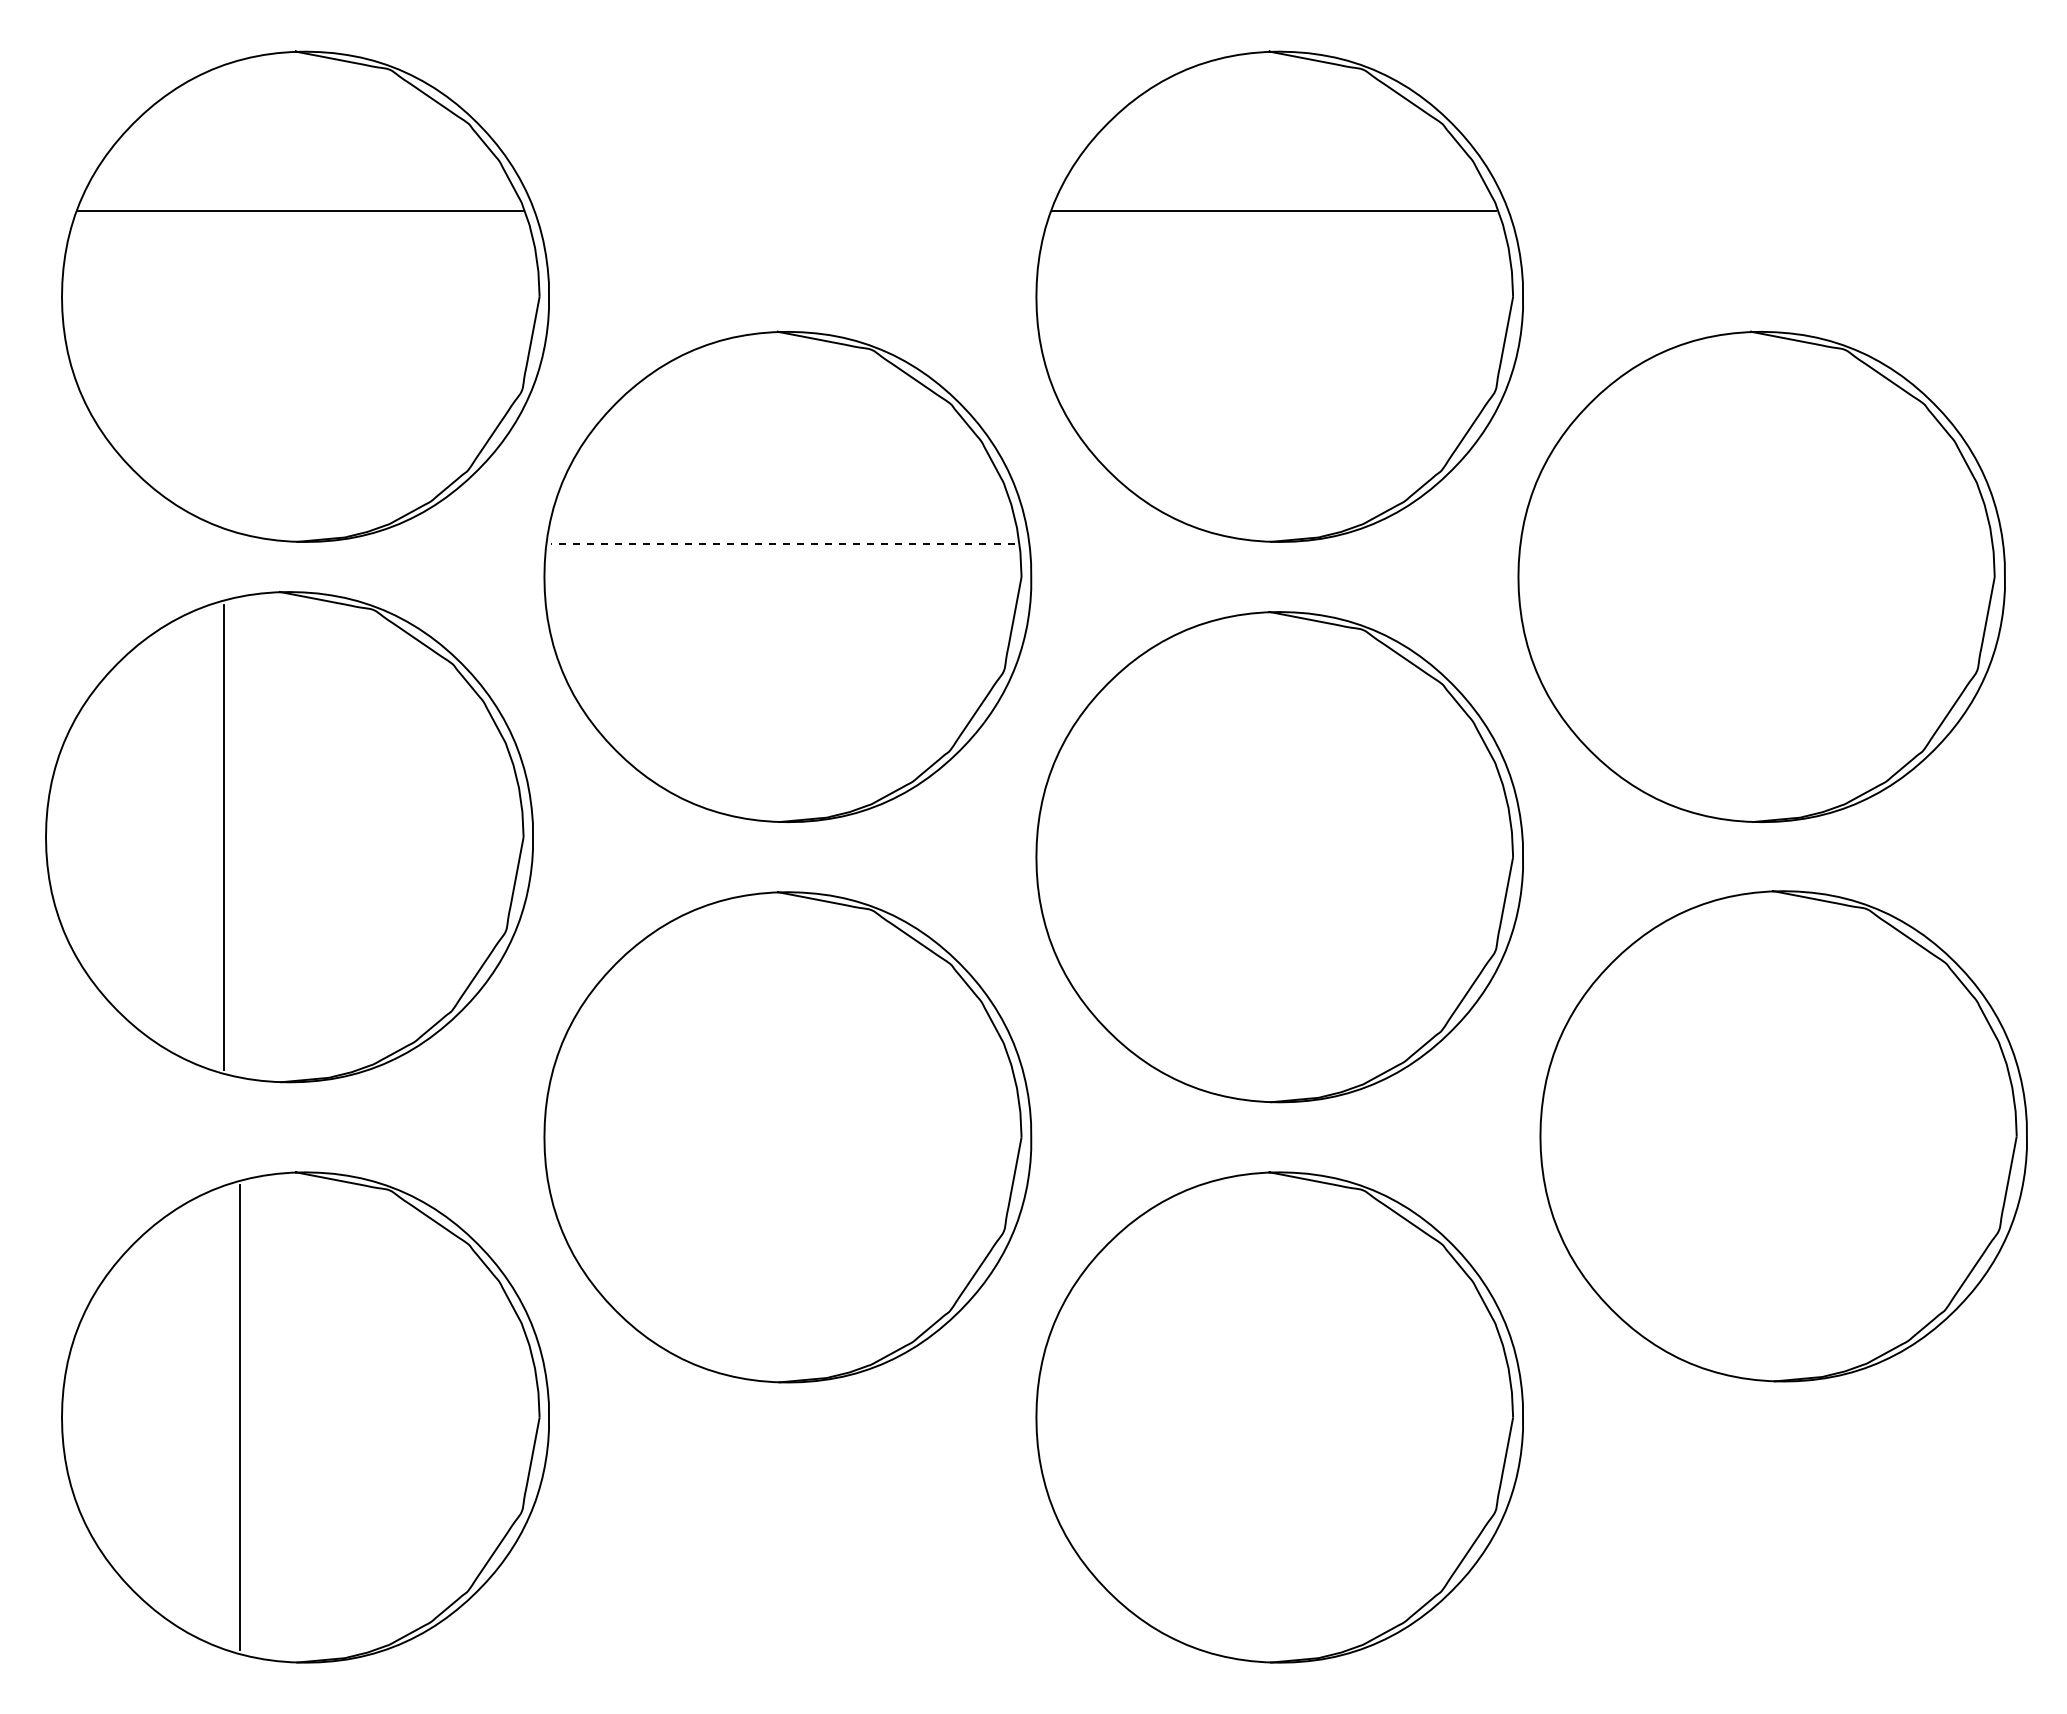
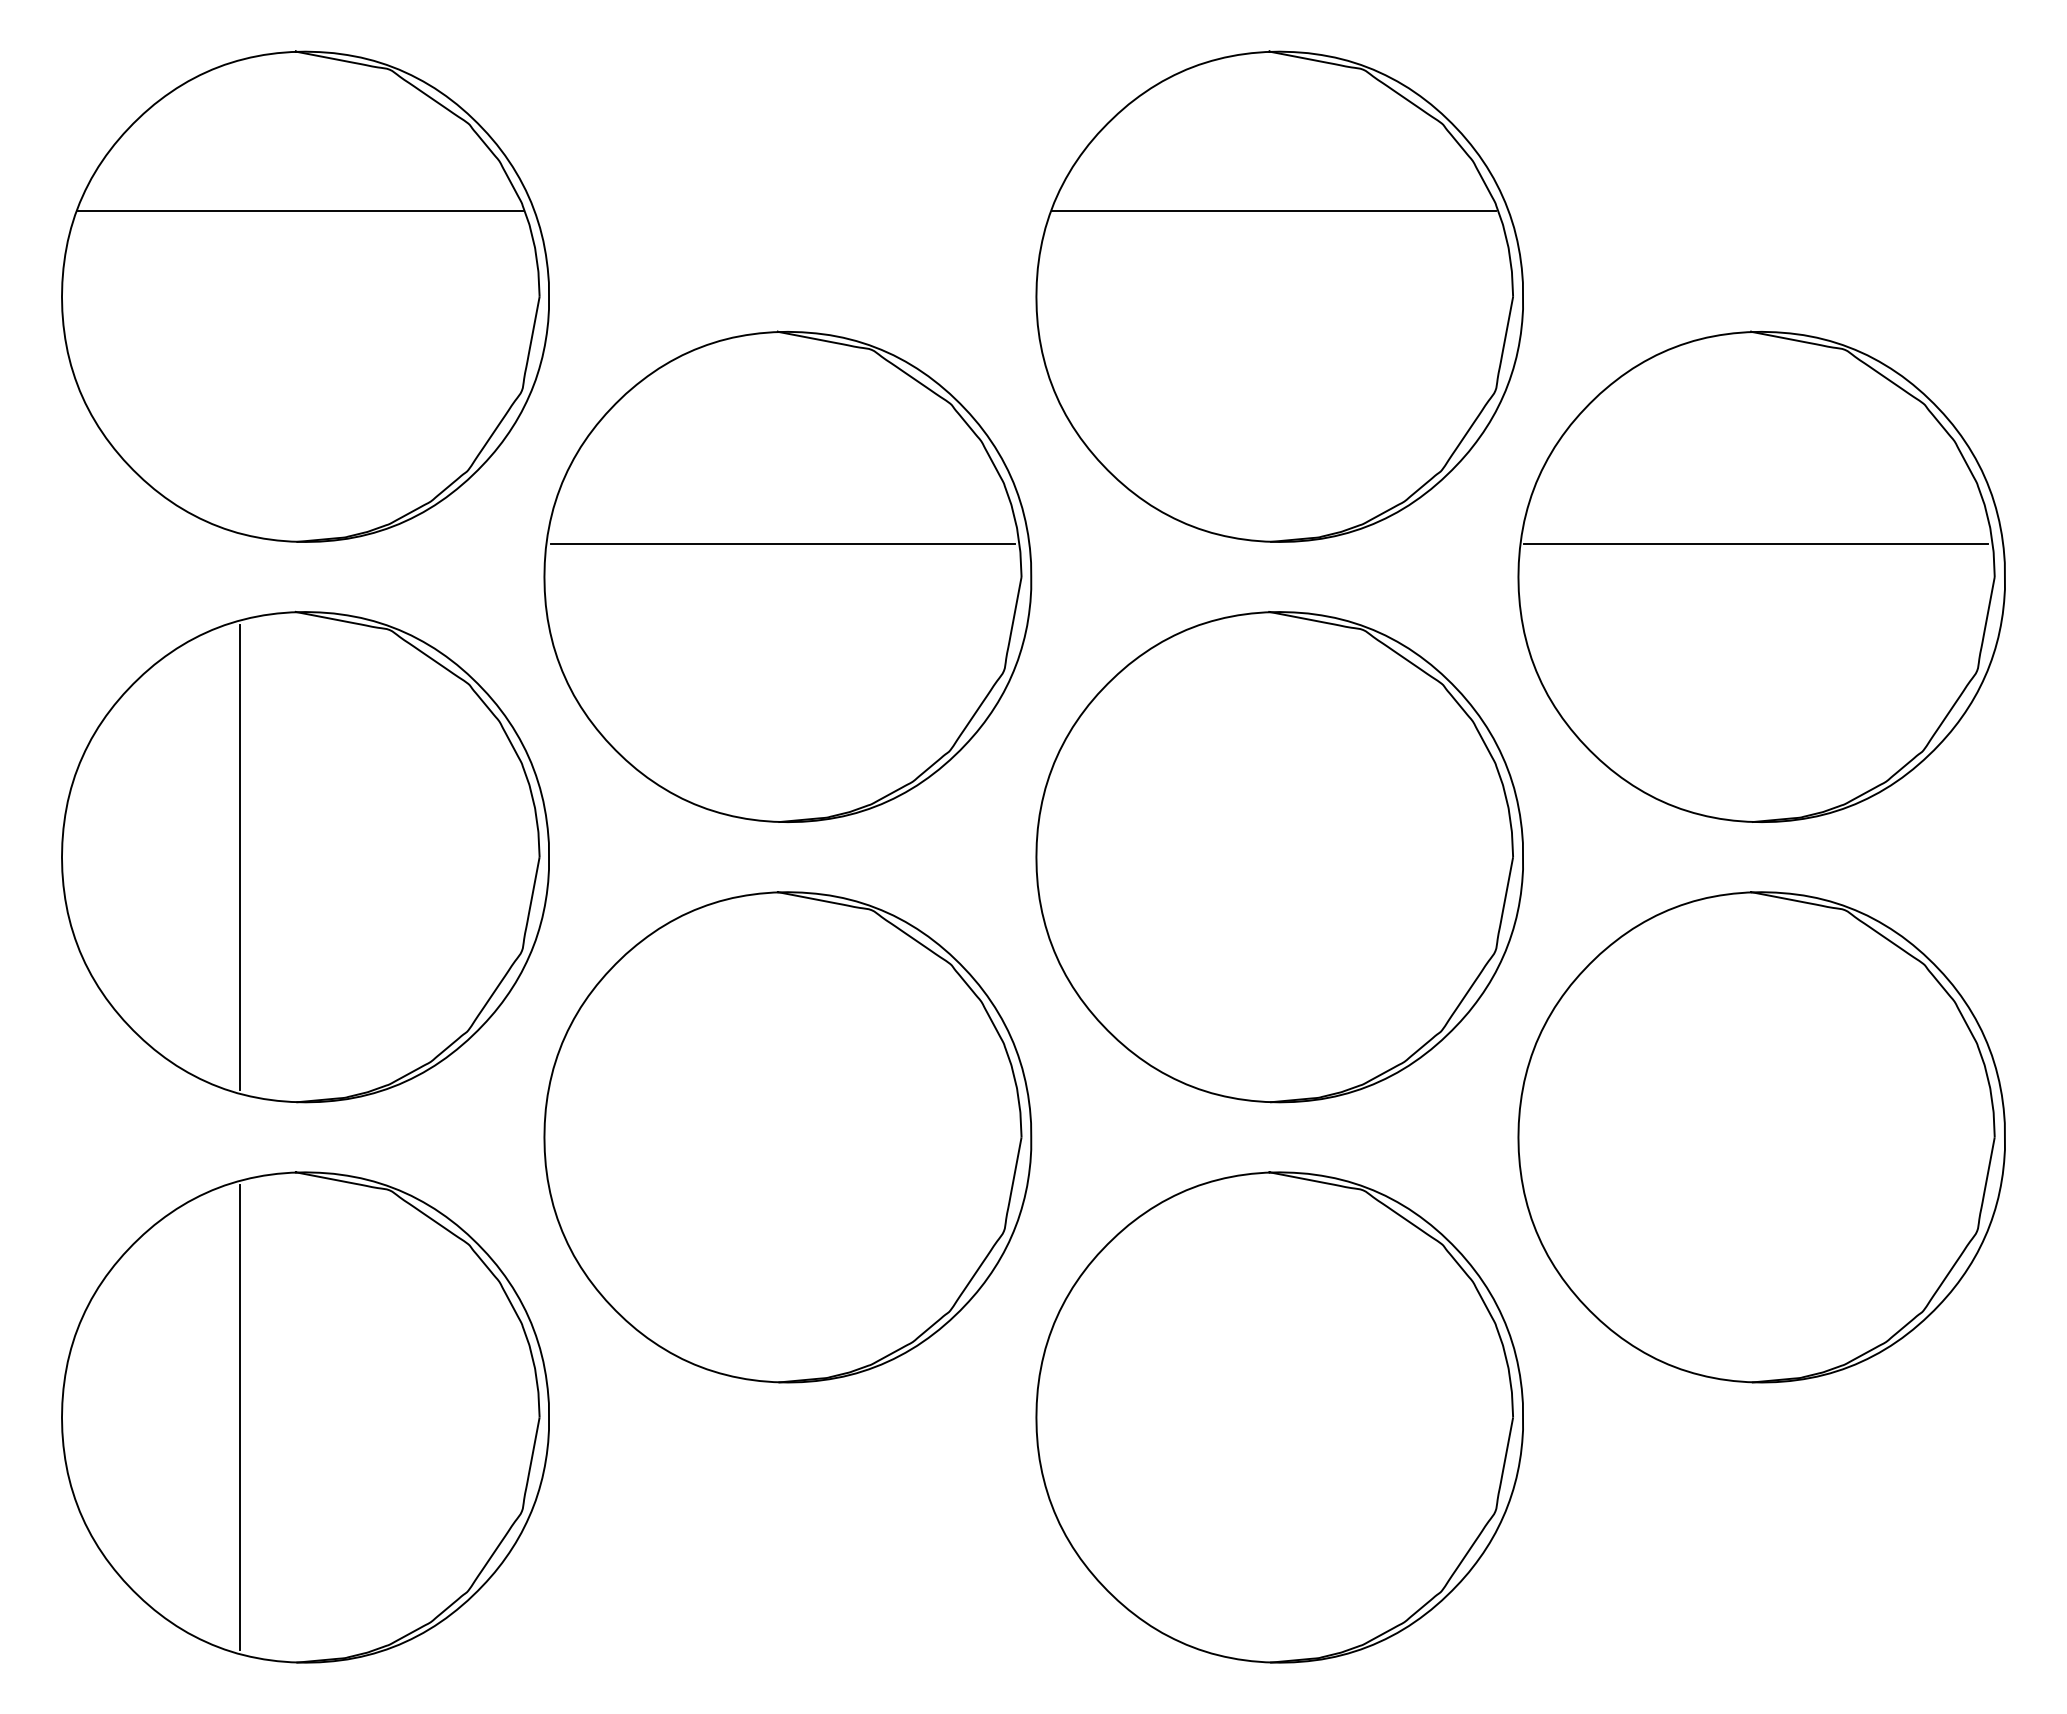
line at (782, 543): dashed -> solid
line at (1756, 543): none -> present
part at (289, 836) position: (289, 836) -> (305, 856)
part at (1783, 1136) position: (1783, 1136) -> (1761, 1137)
